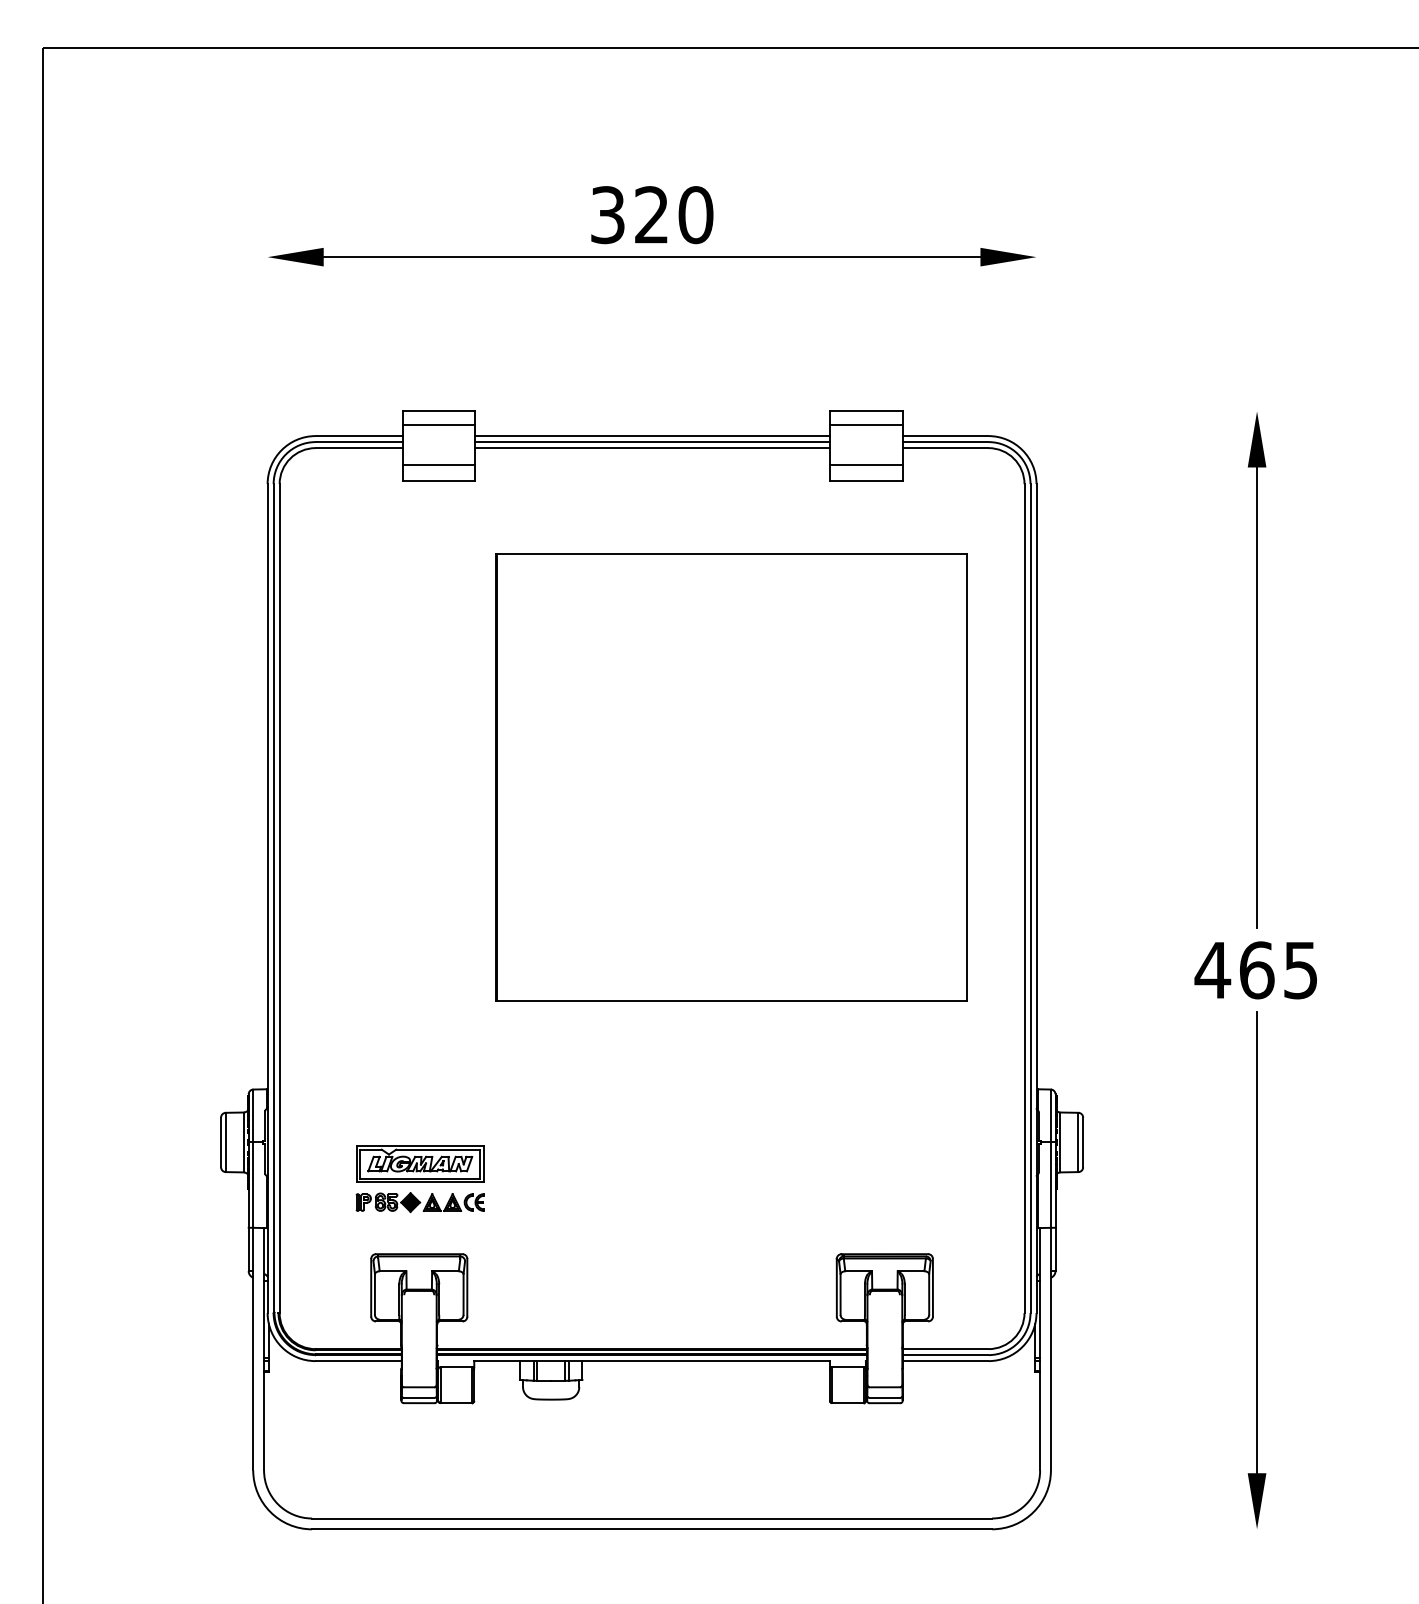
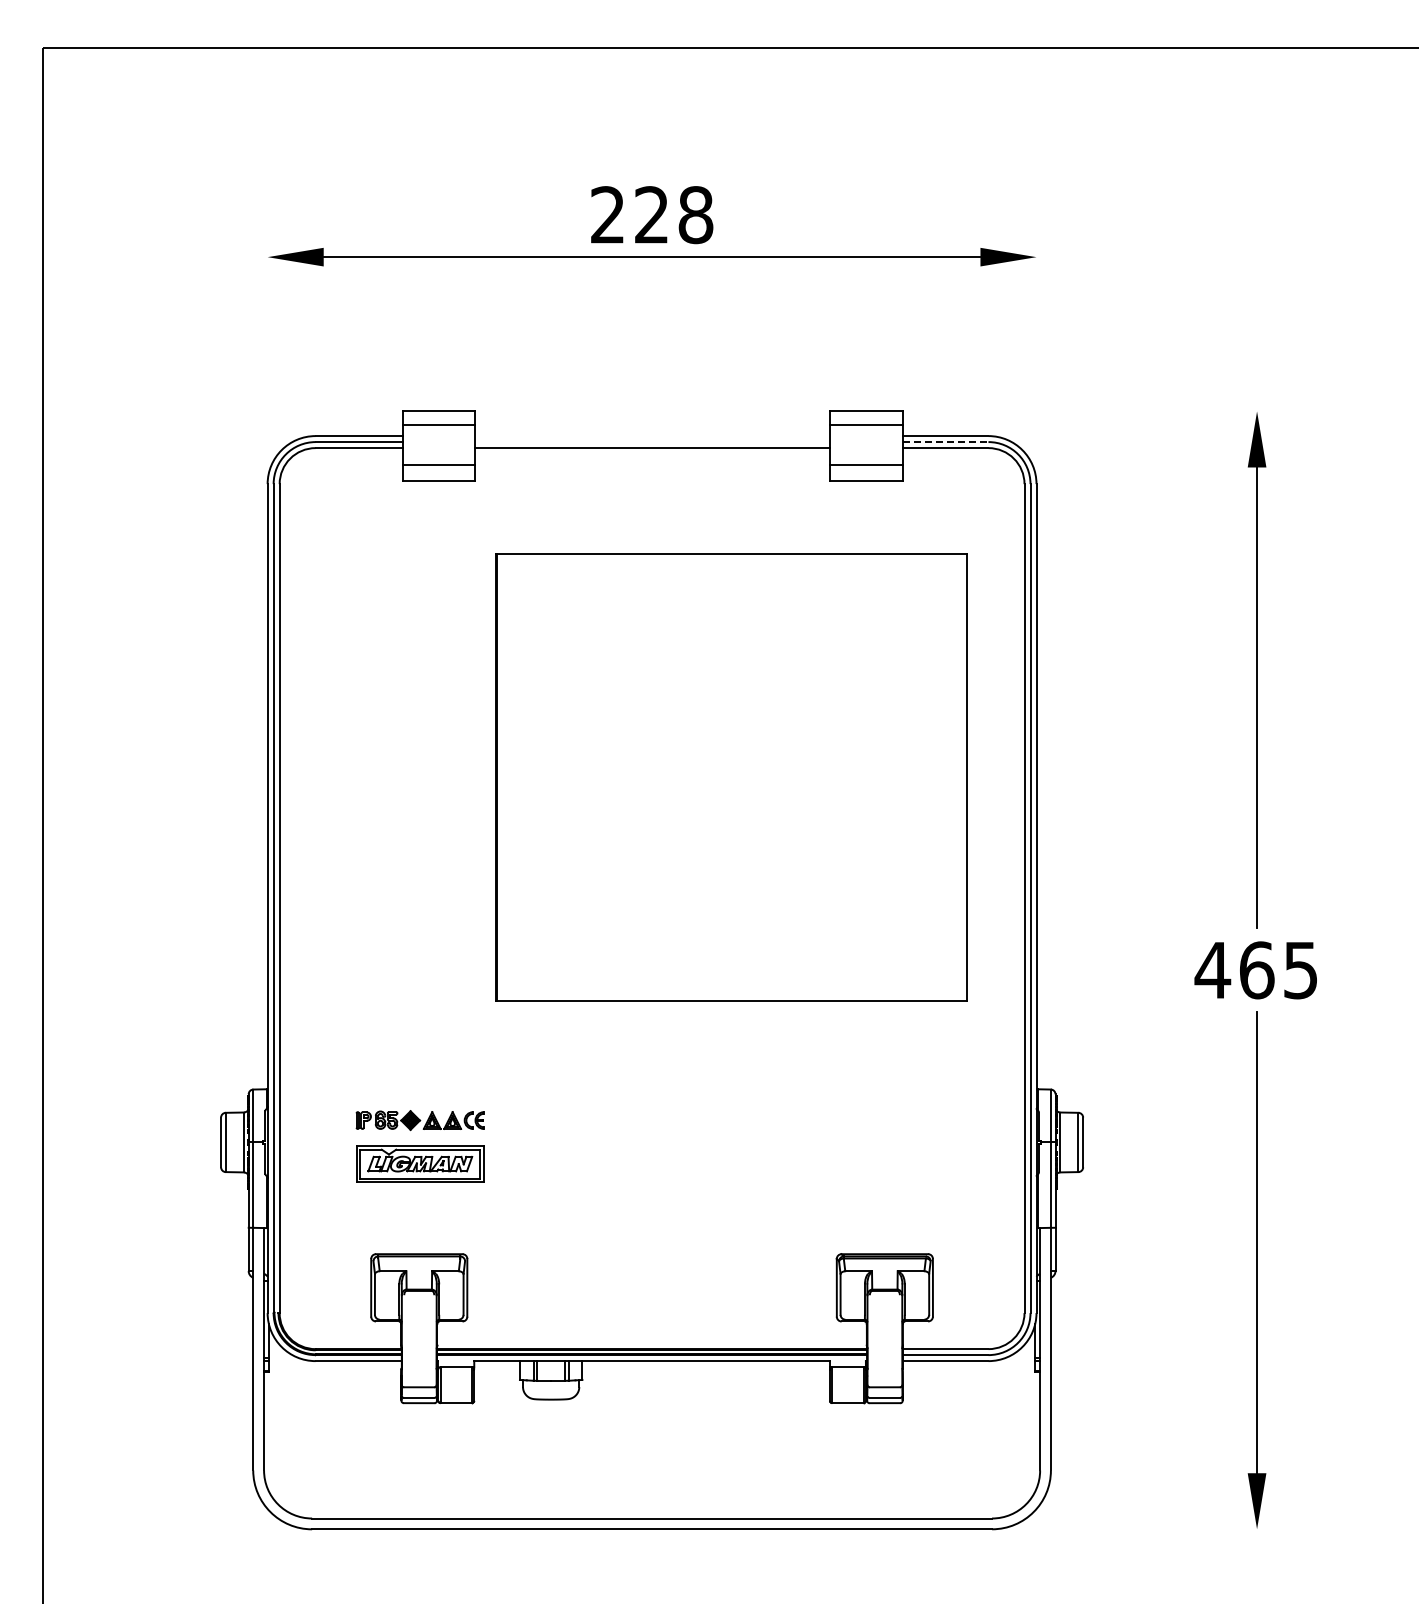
text at (652, 215): 320 -> 228
line at (652, 436): present -> none
line at (652, 442): present -> none
line at (945, 442): solid -> dashed
part at (419, 1202) position: (419, 1202) -> (419, 1120)
